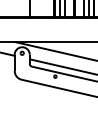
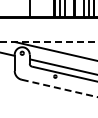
line at (49, 41): solid -> dashed
line at (59, 88): solid -> dashed
